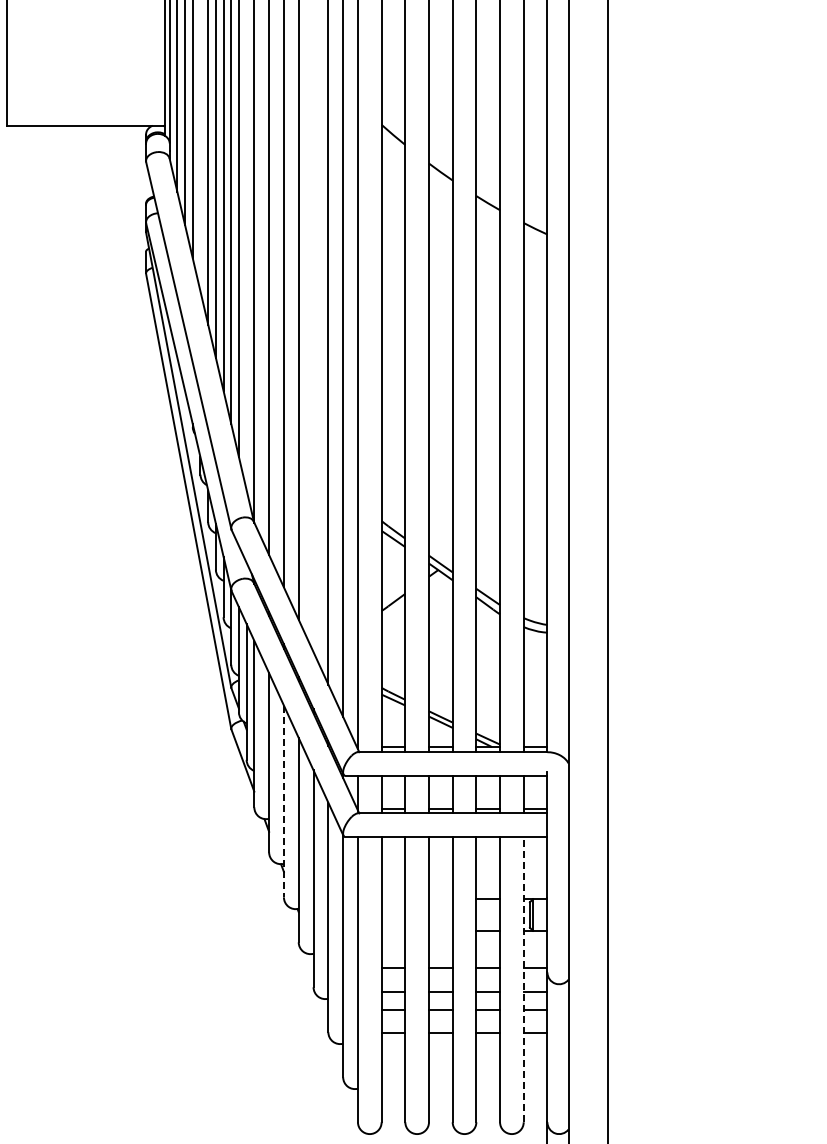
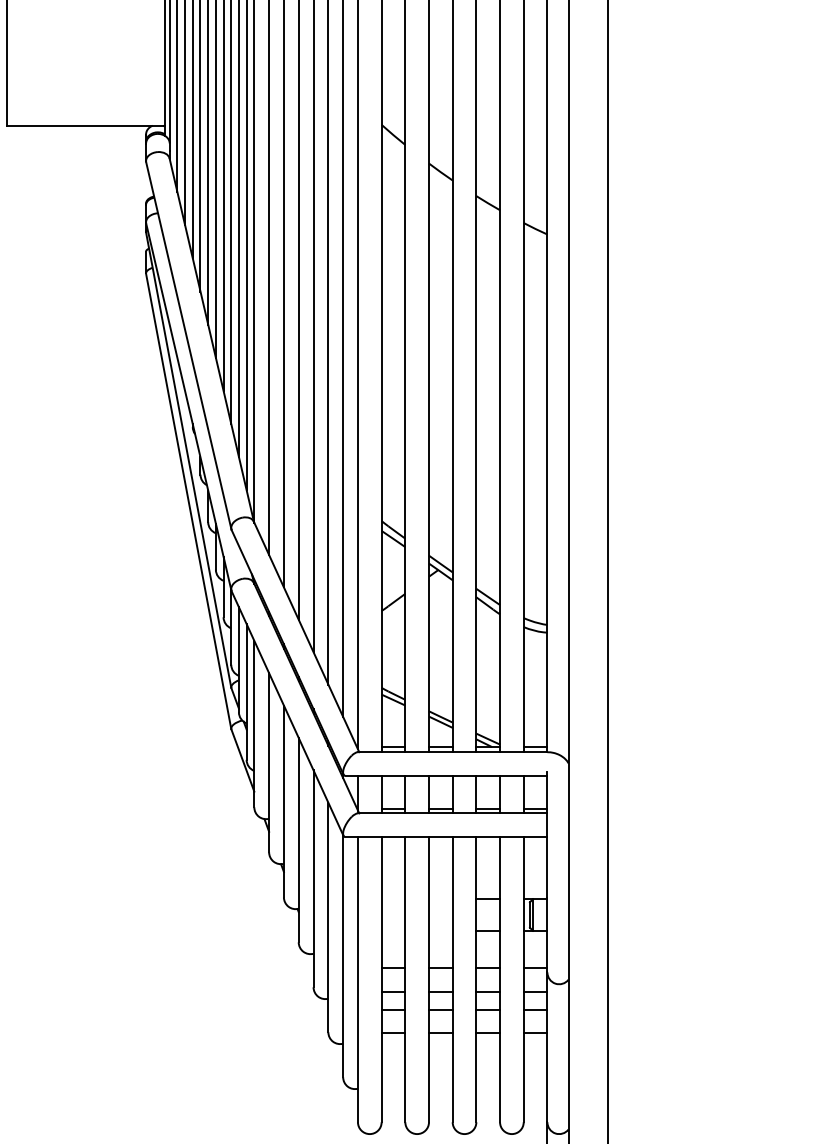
line at (200, 146): none -> present
line at (246, 246): none -> present
line at (313, 327): none -> present
line at (283, 801): dashed -> solid
line at (523, 979): dashed -> solid
